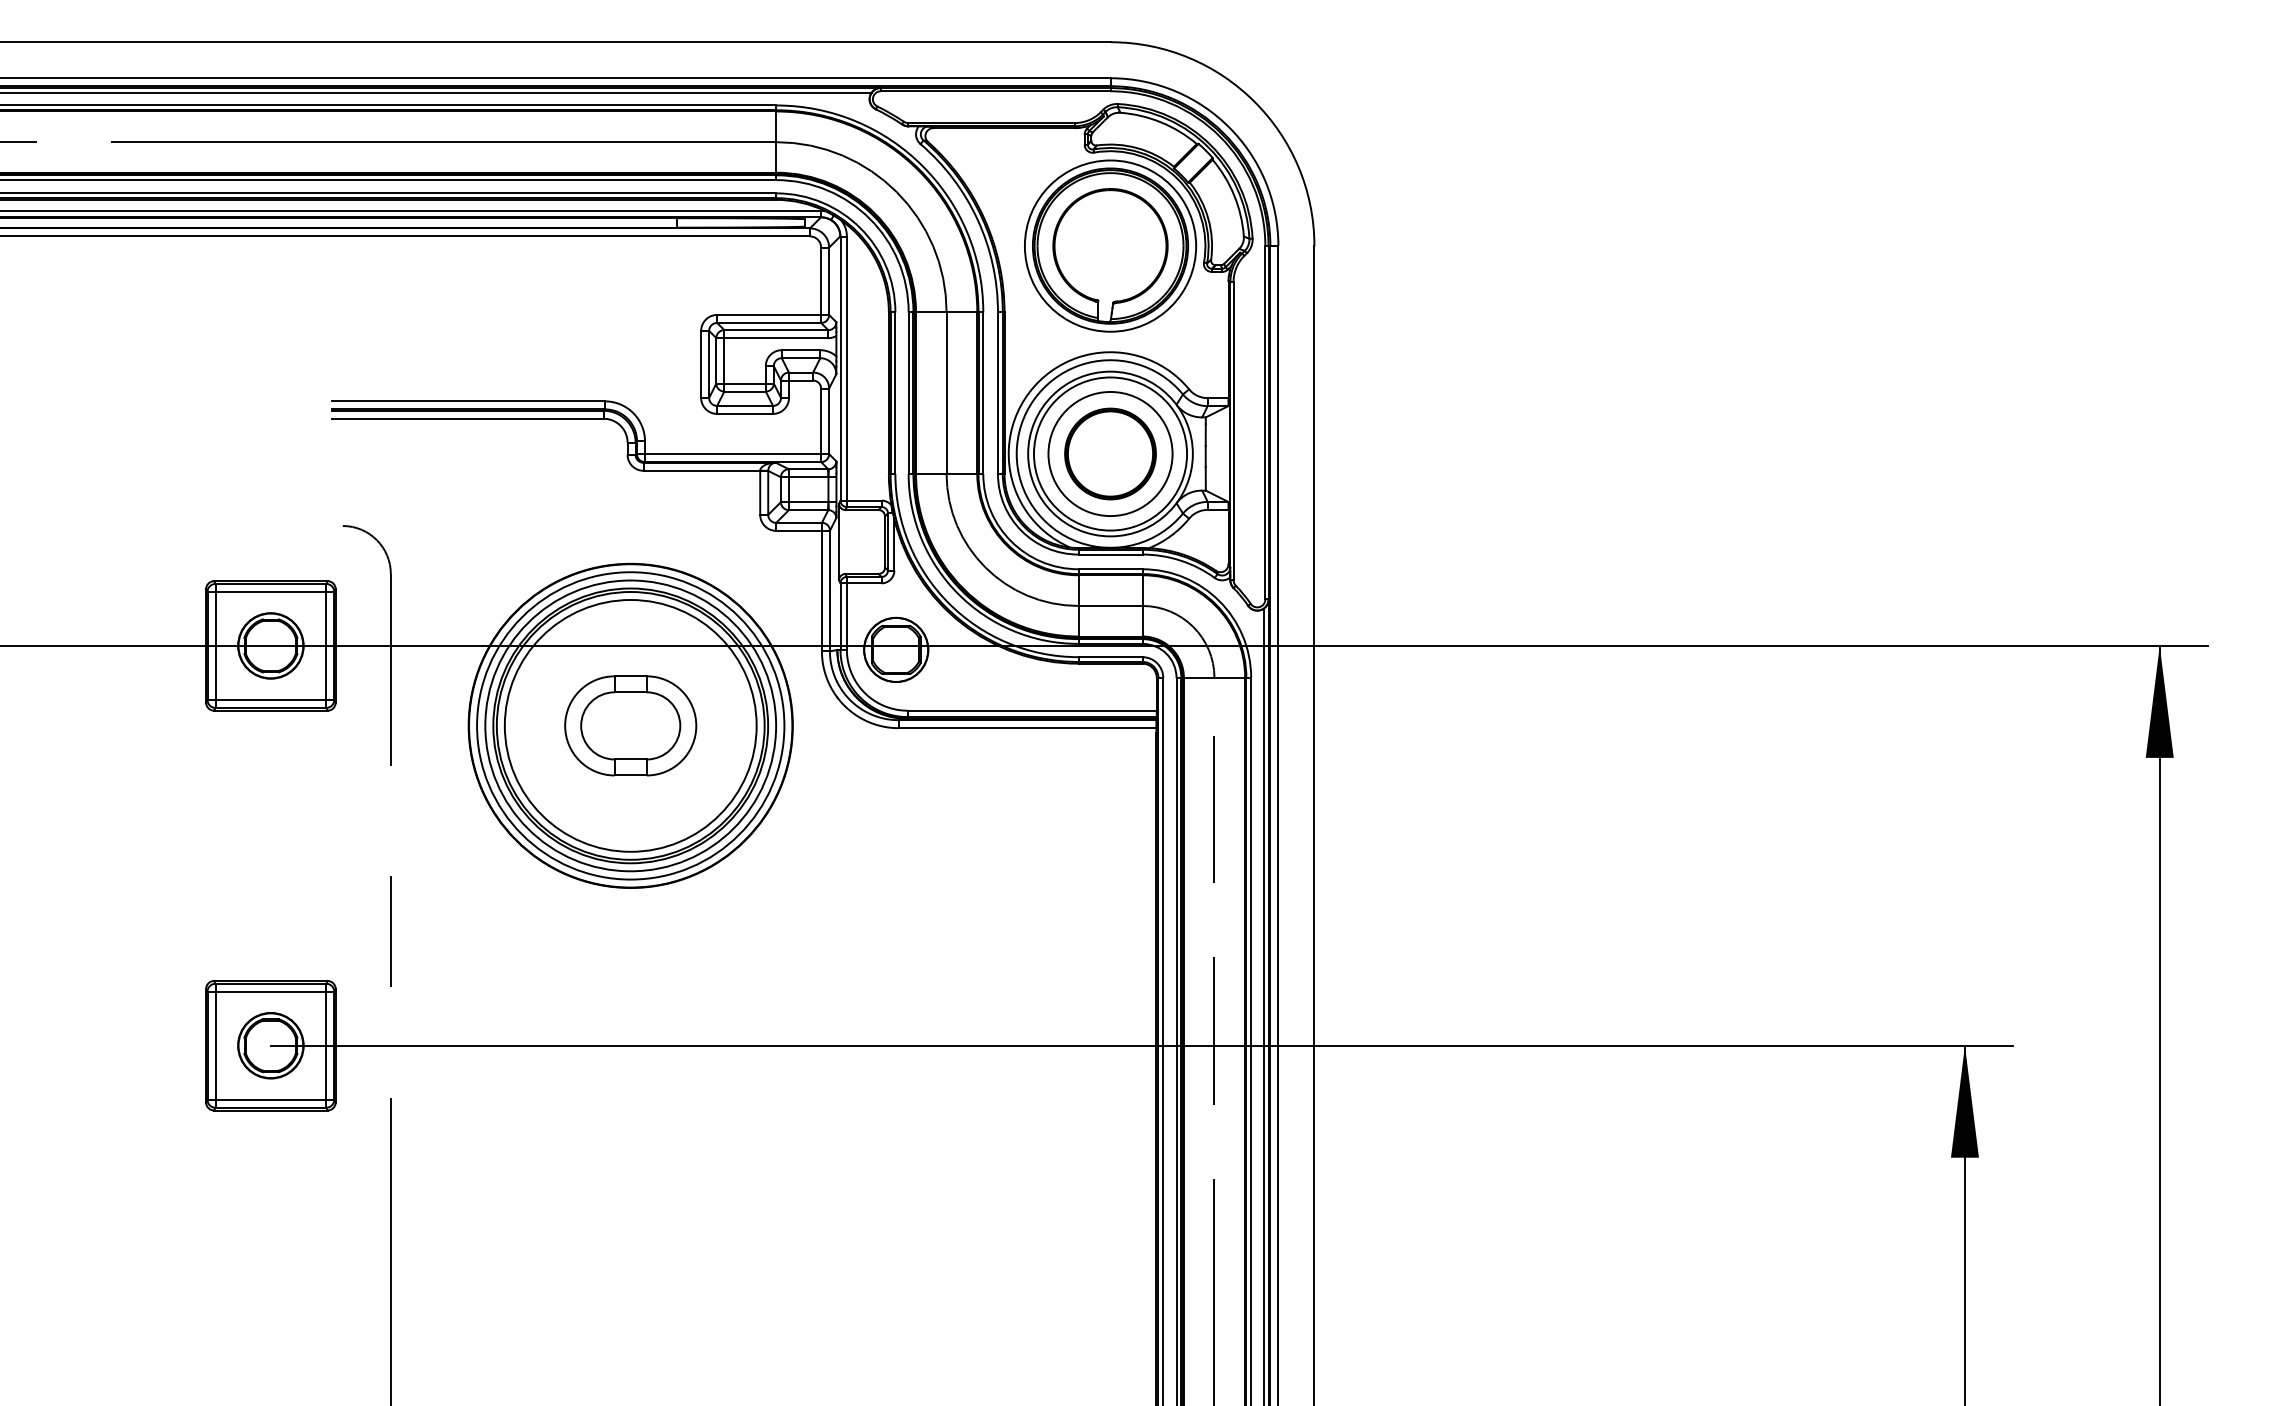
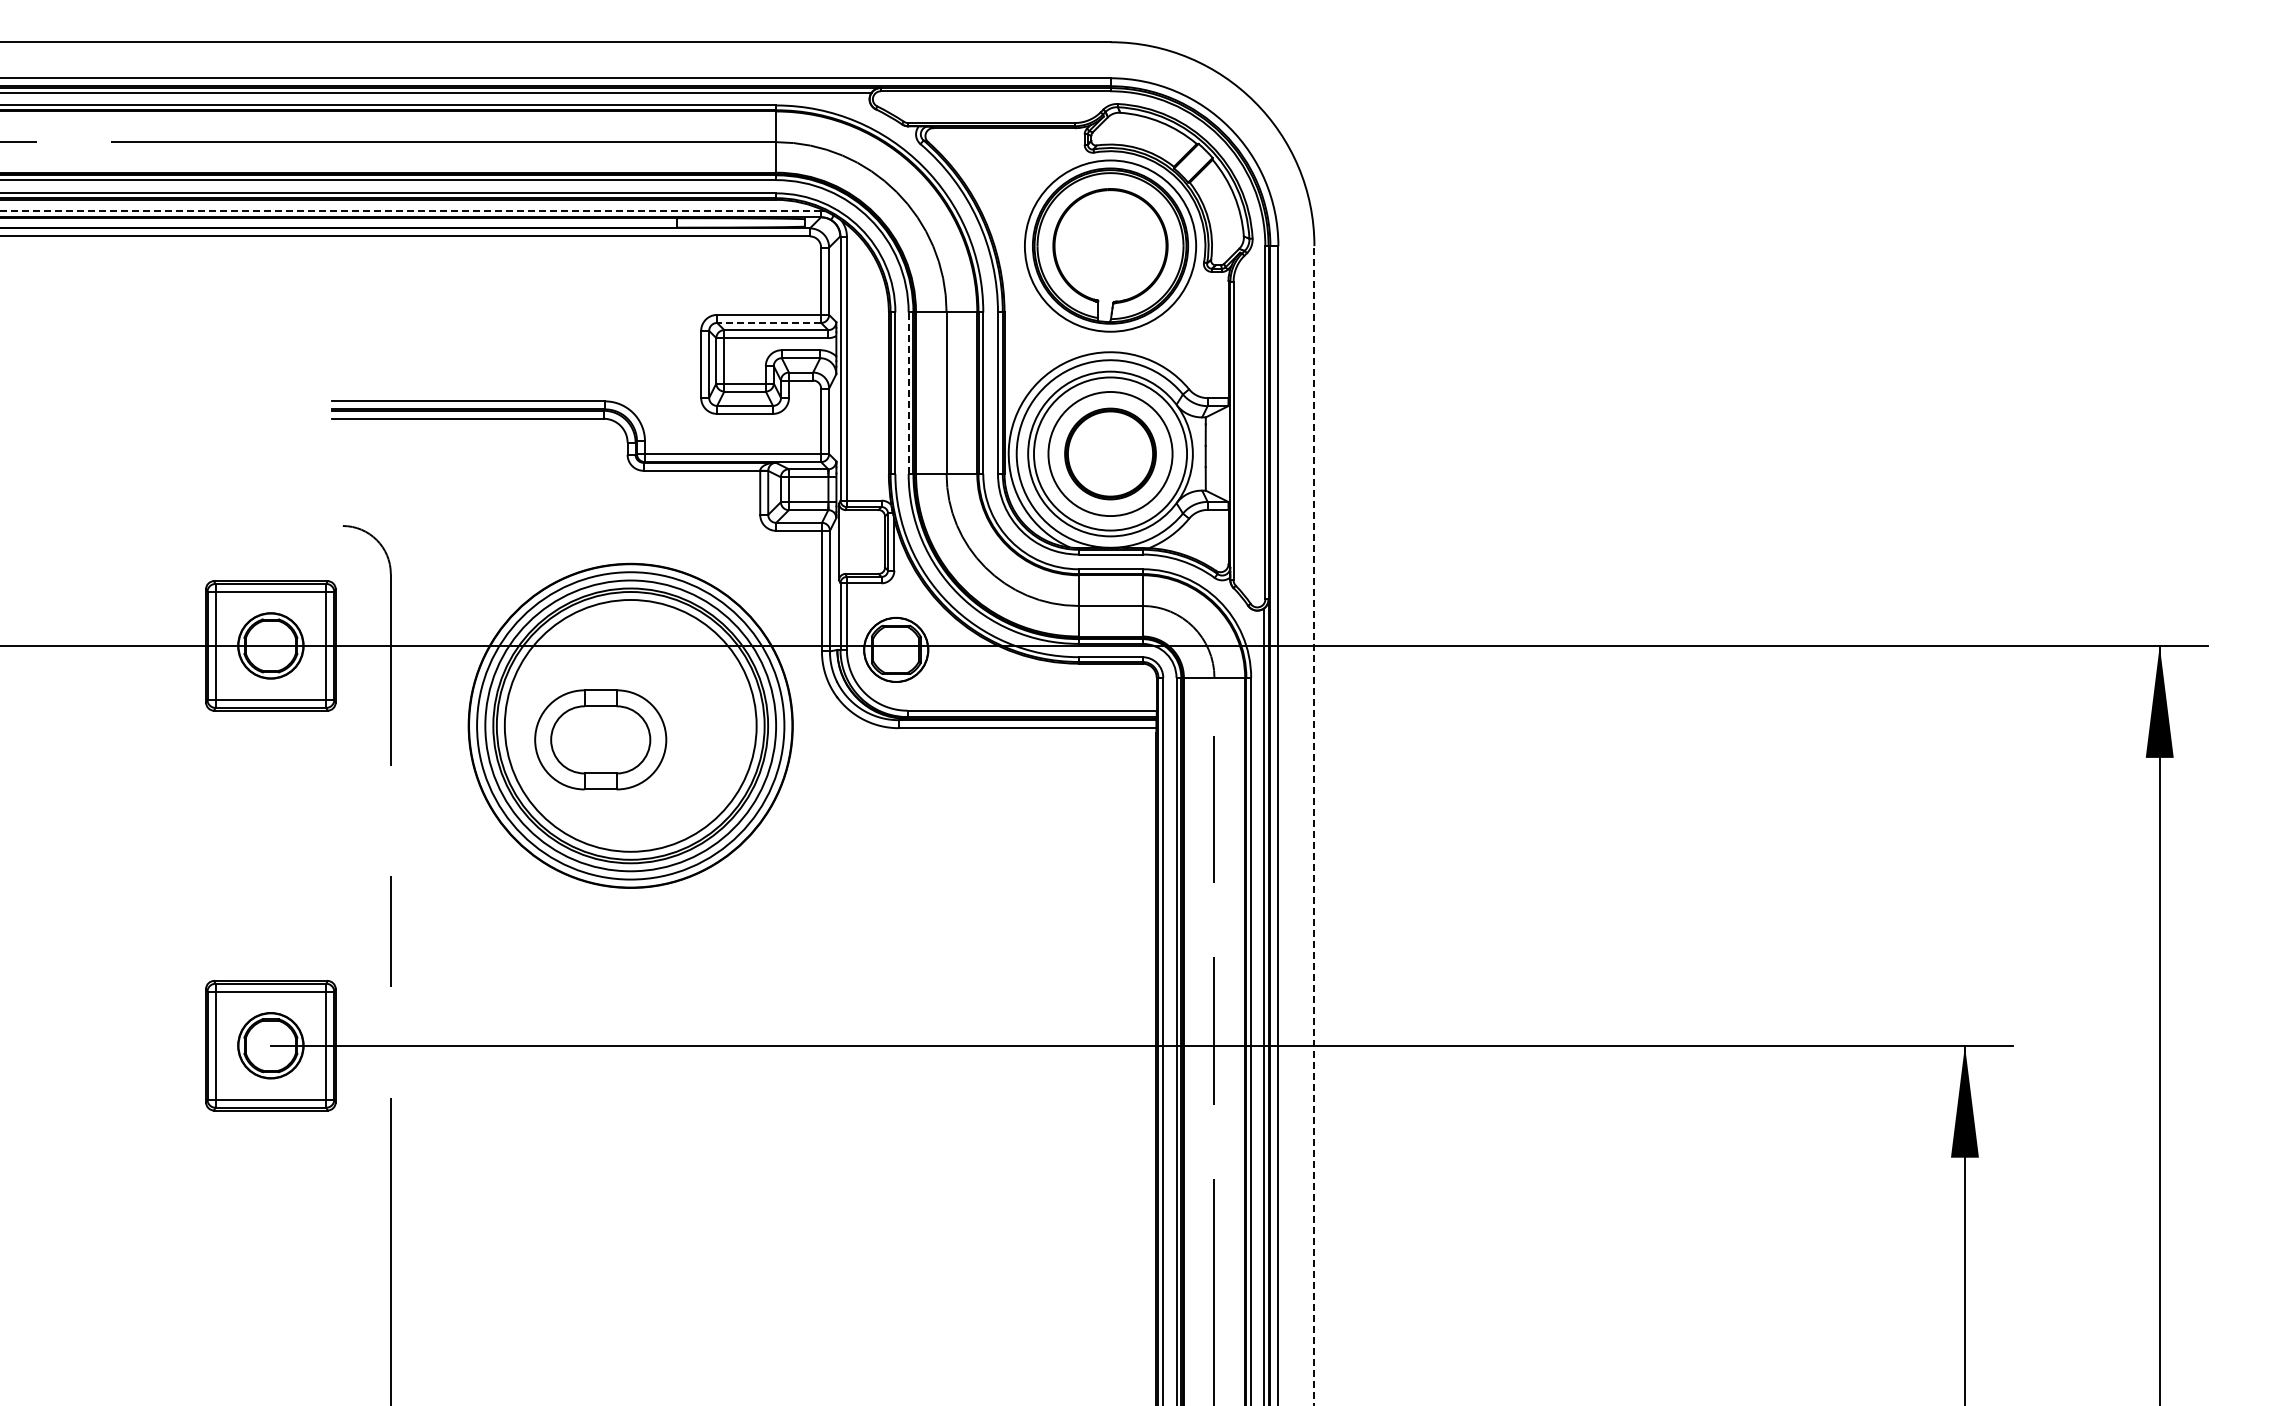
line at (410, 210): solid -> dashed
line at (769, 322): solid -> dashed
line at (908, 393): solid -> dashed
part at (630, 725) position: (630, 725) -> (600, 739)
line at (1314, 825): solid -> dashed
